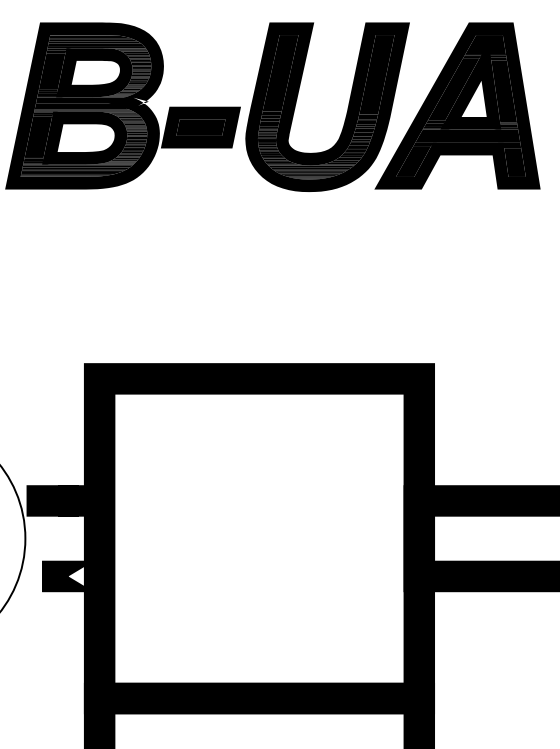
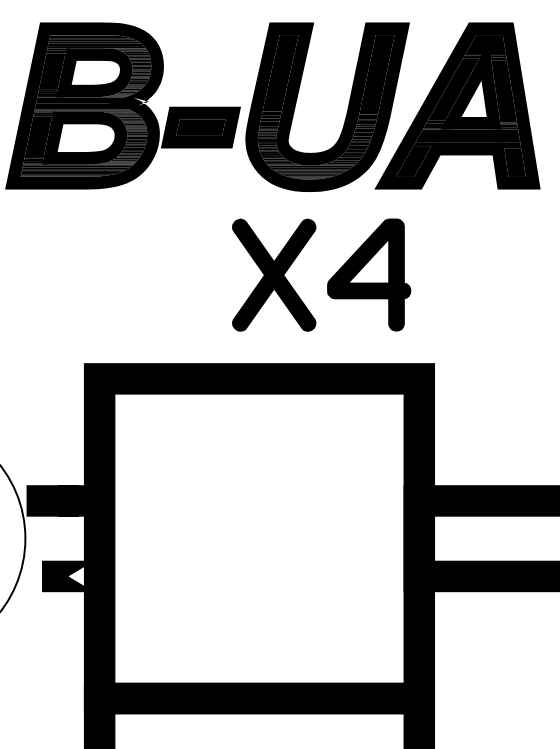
part at (274, 274): none -> present
part at (369, 274): none -> present
